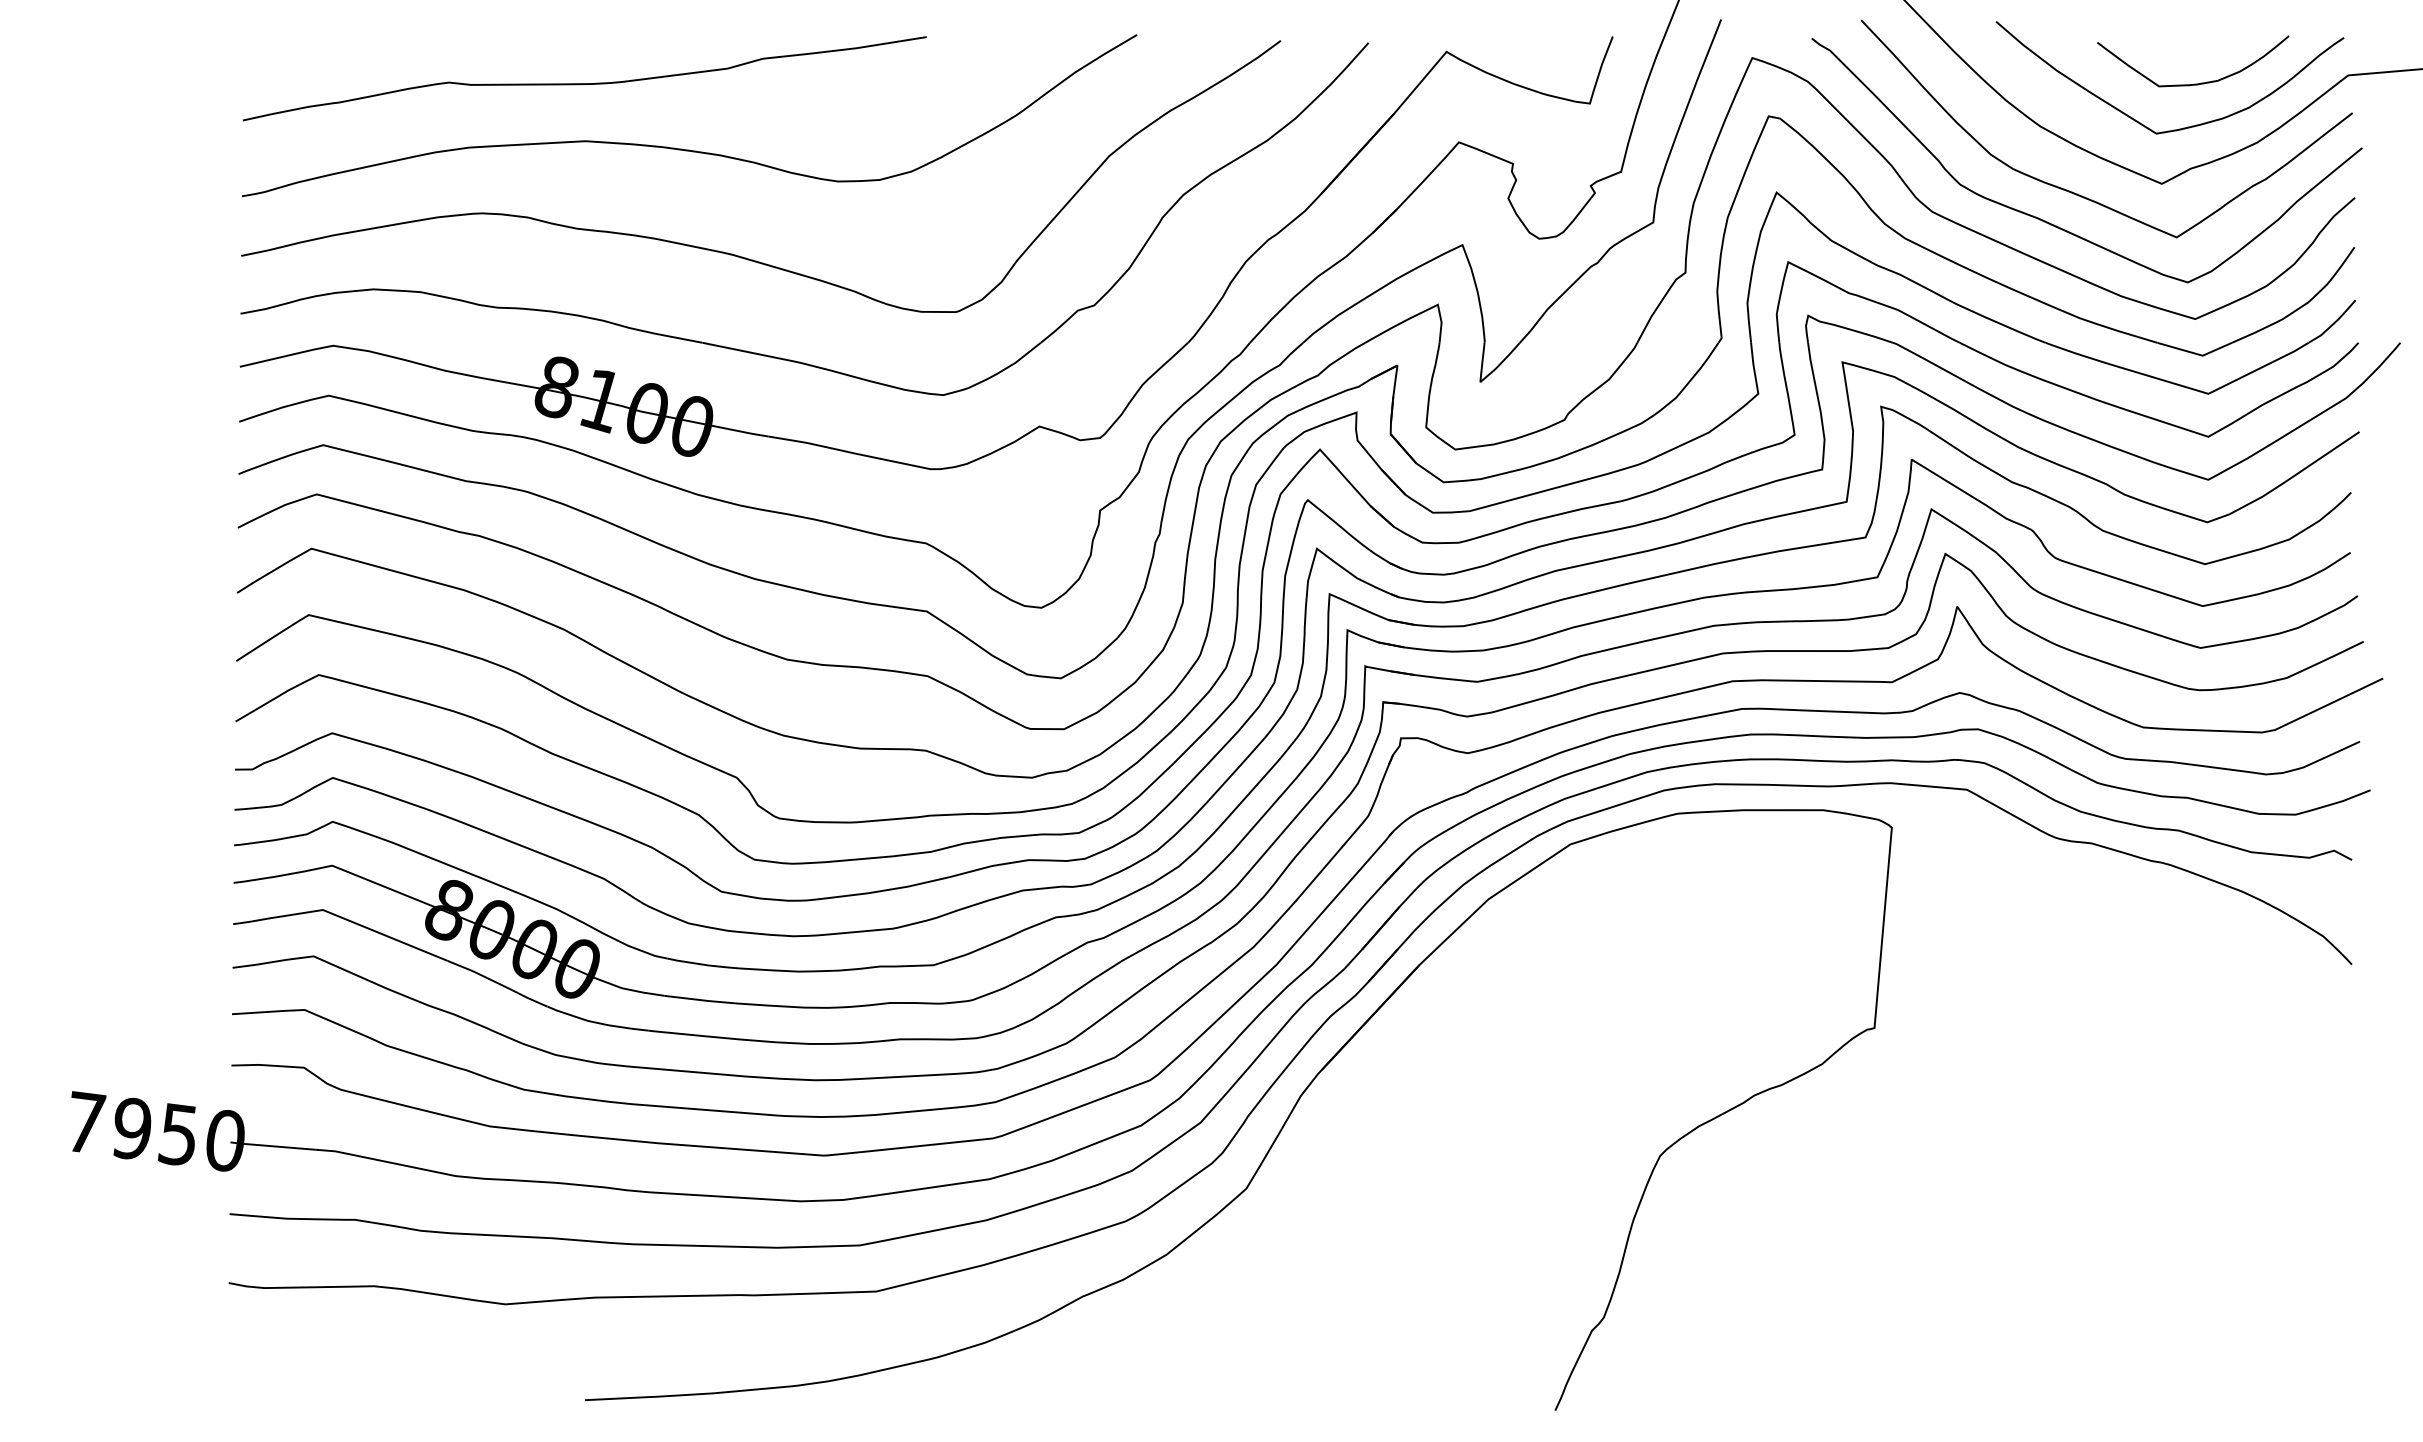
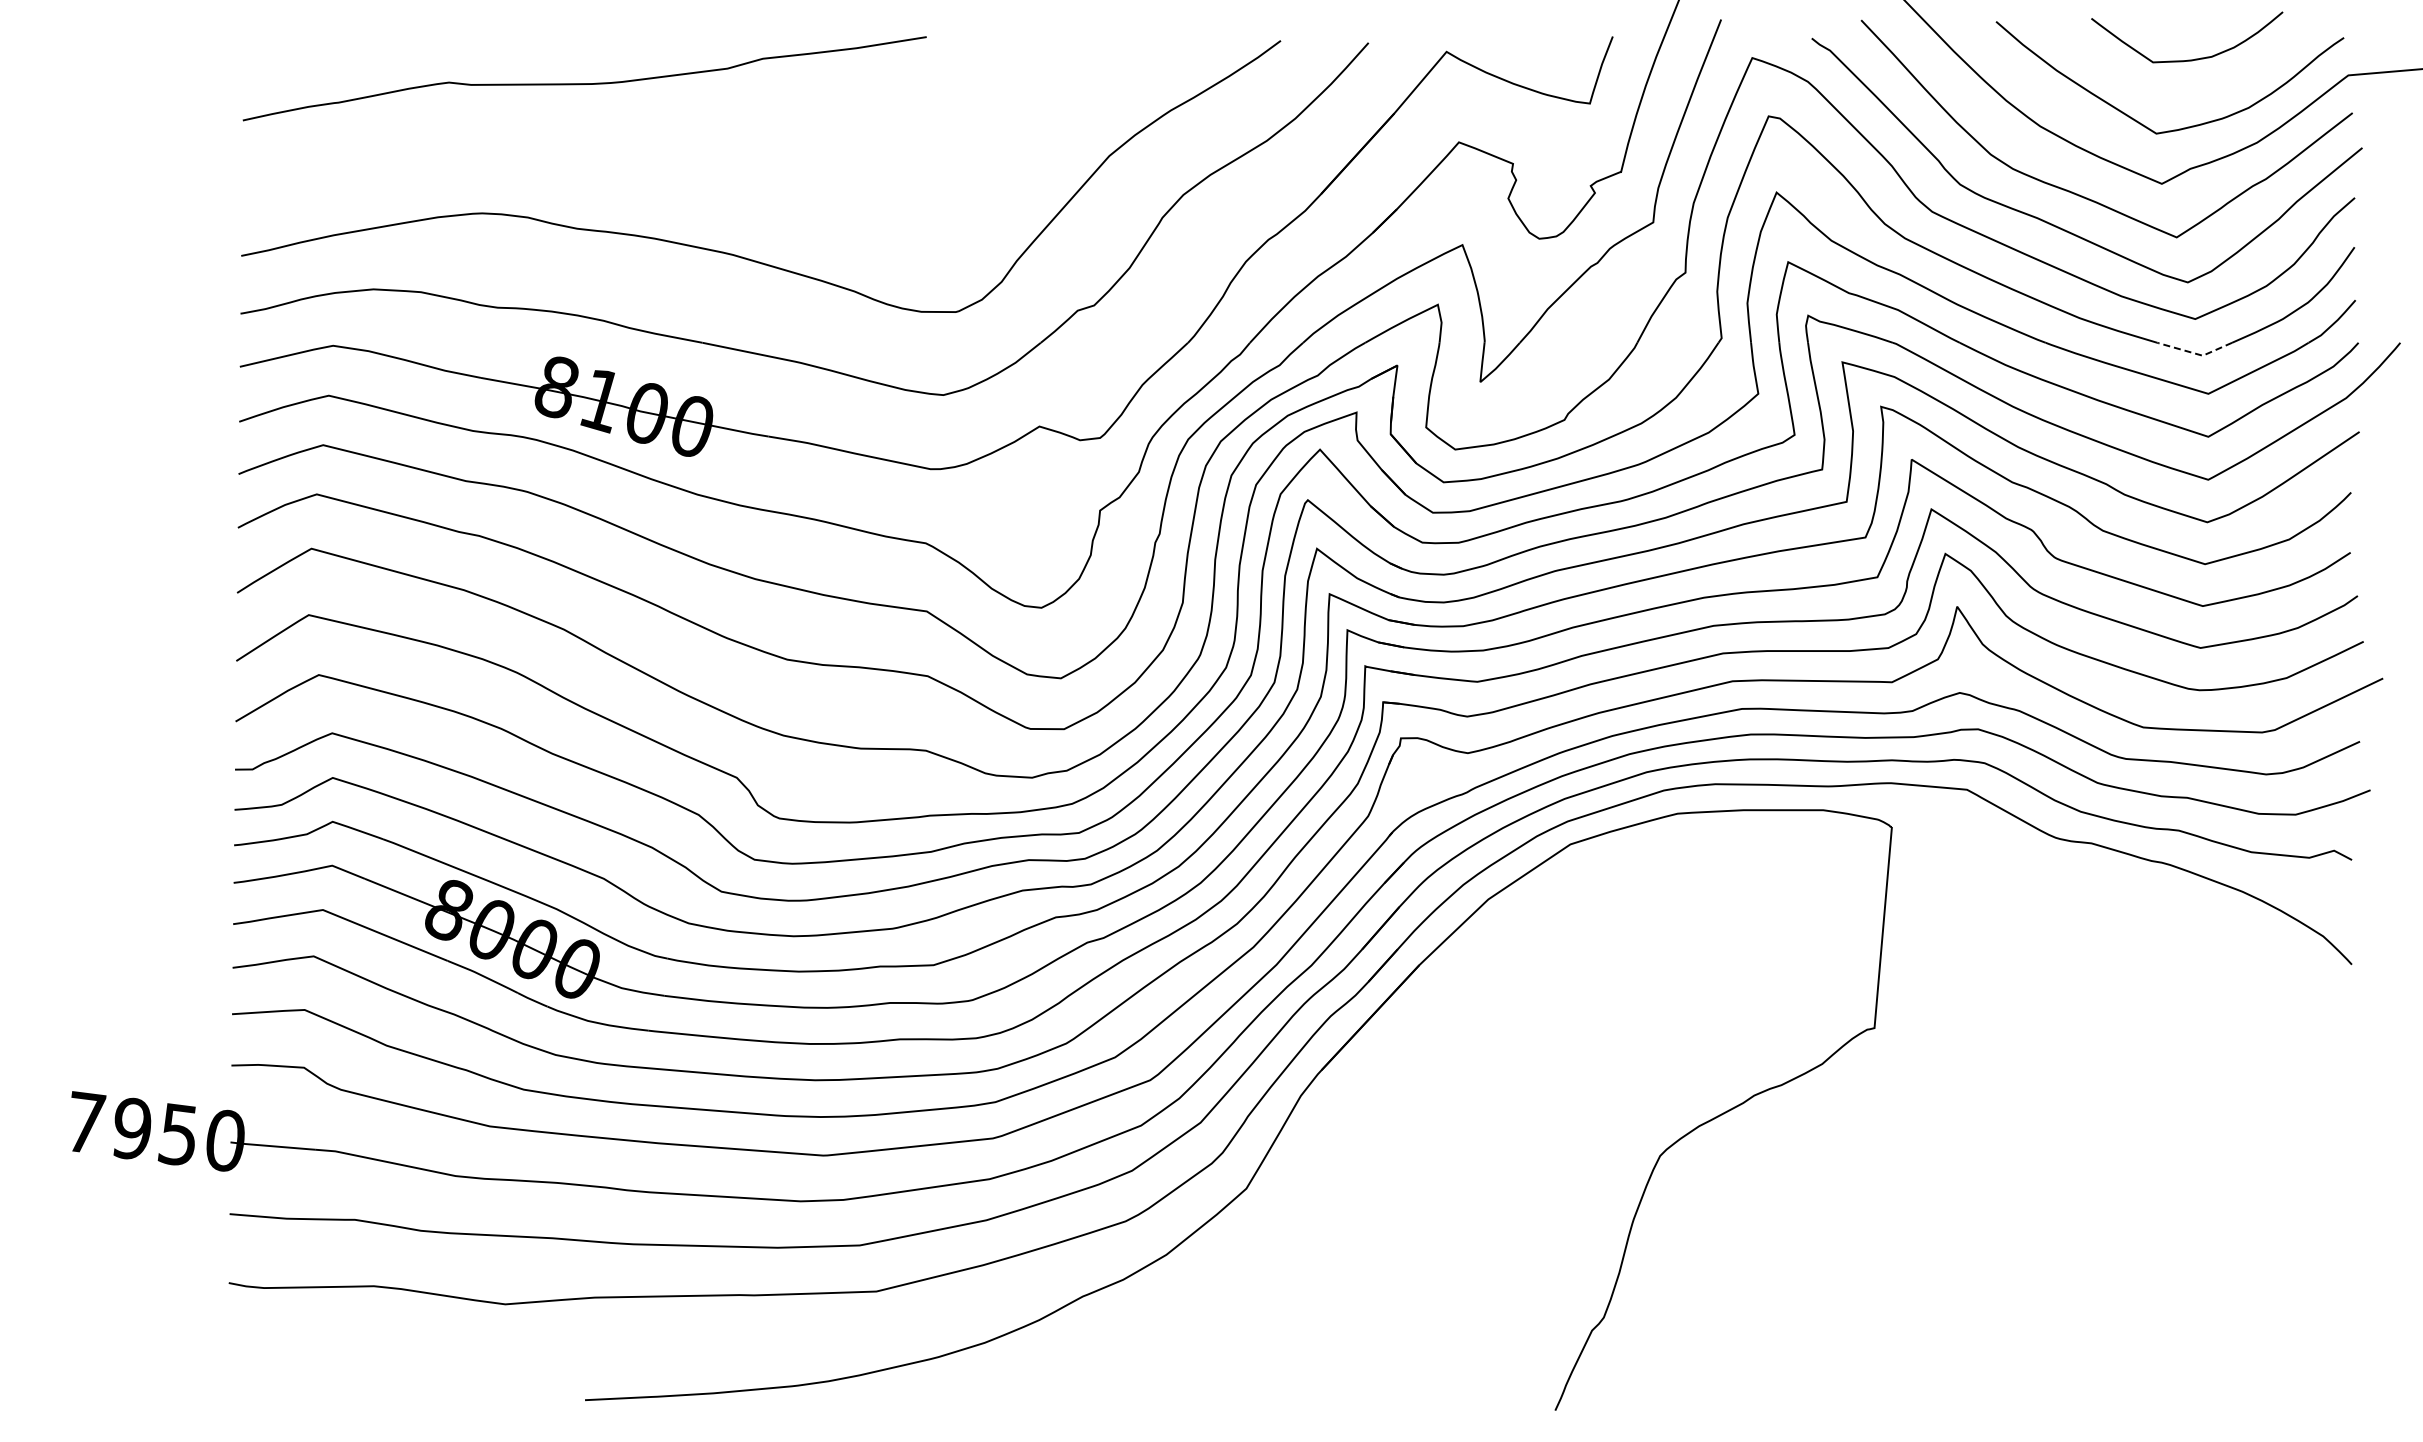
curve at (2193, 83) position: (2193, 83) -> (2187, 59)
curve at (682, 148): present -> none
line at (2195, 353): solid -> dashed
